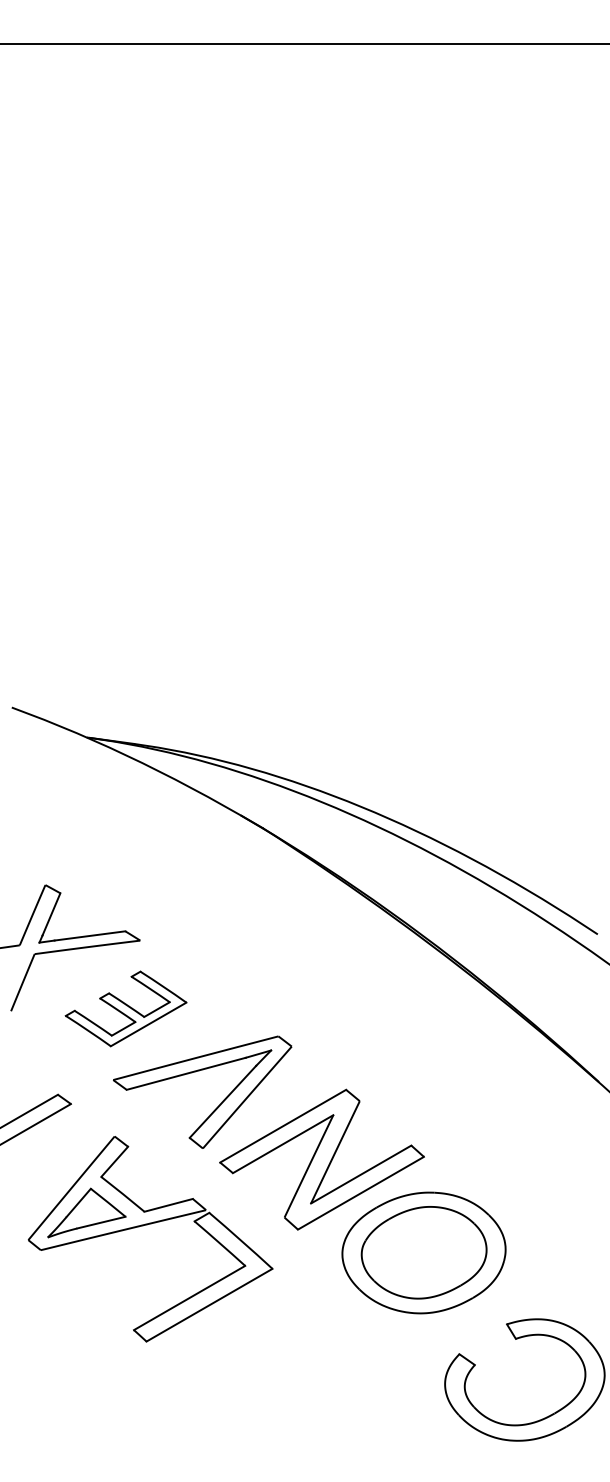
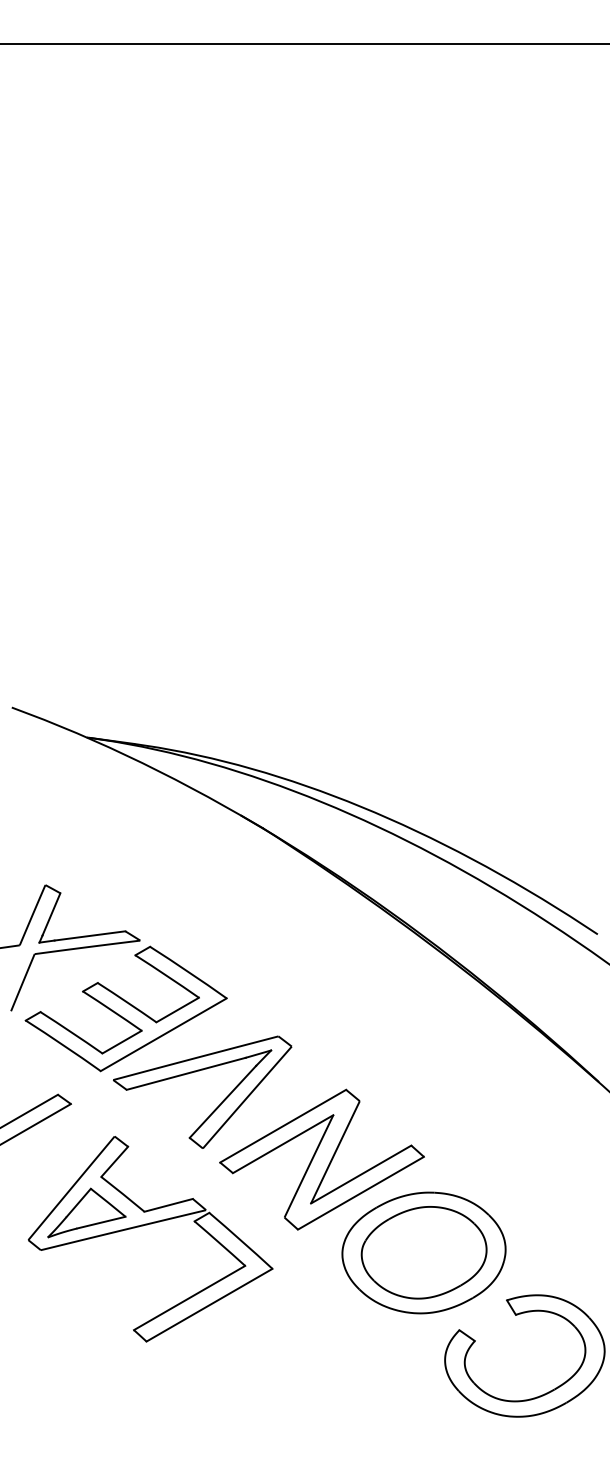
part at (125, 1008) size: 124x78 px -> 204x128 px
part at (517, 1339) position: (517, 1339) -> (517, 1315)
